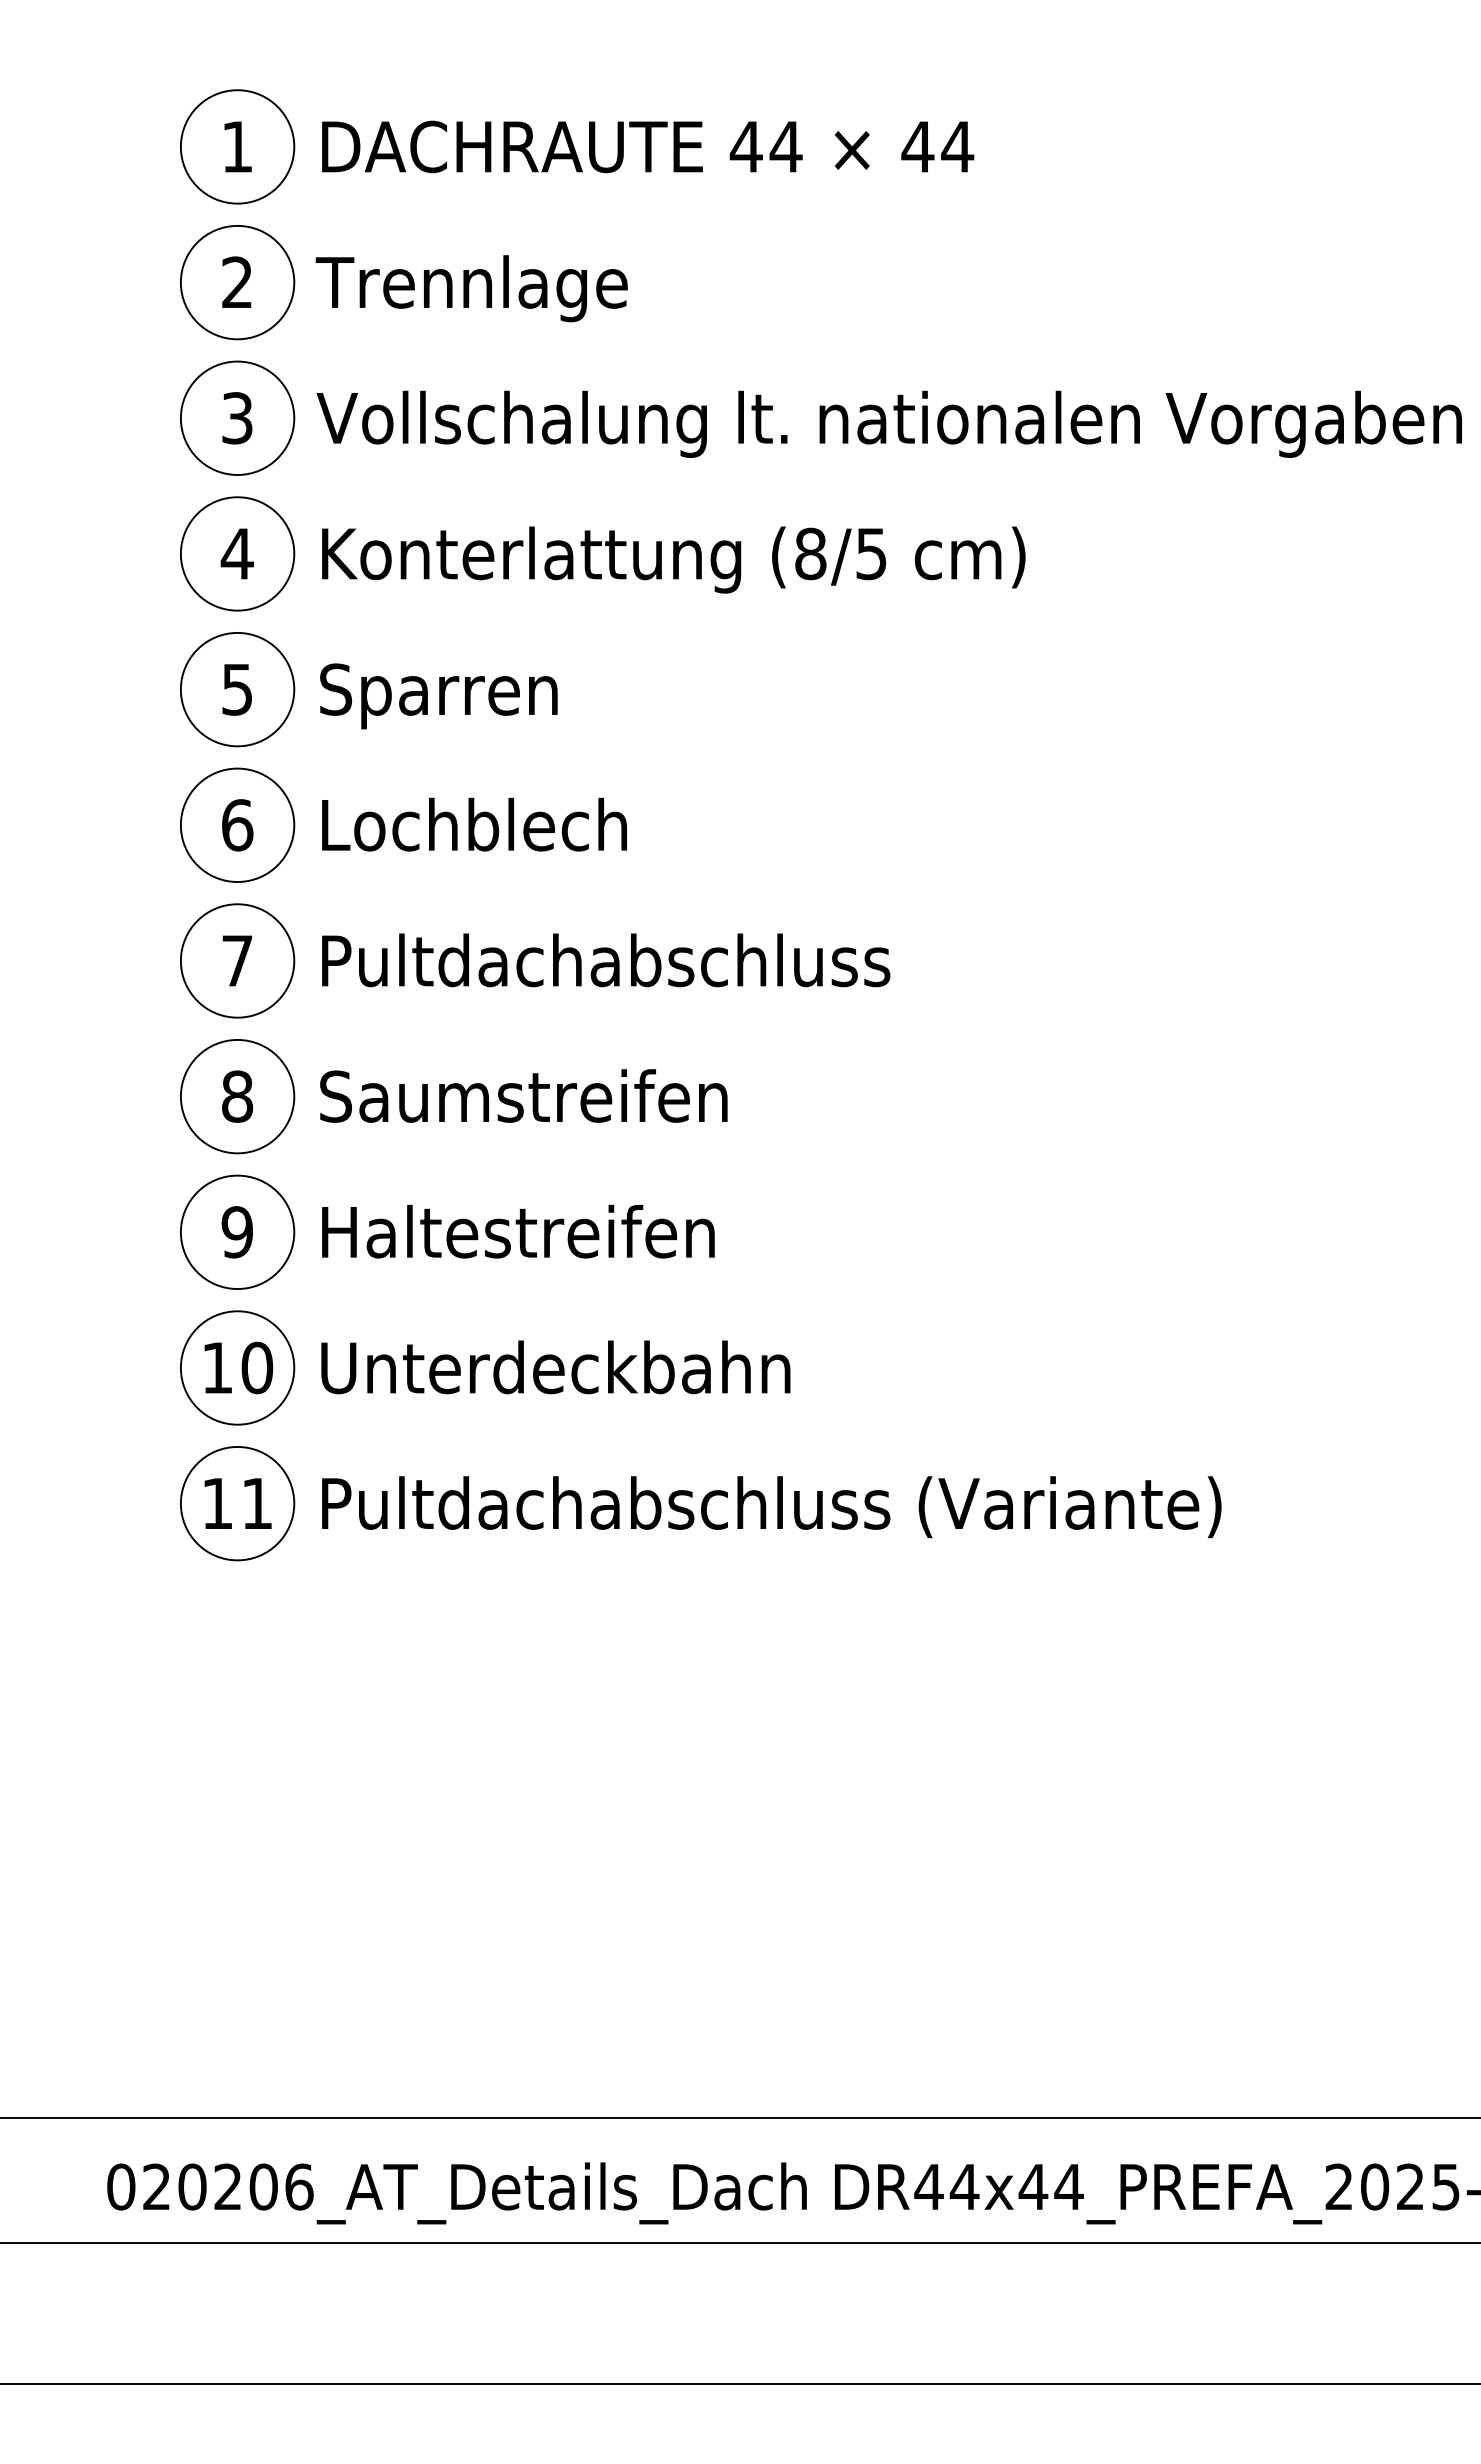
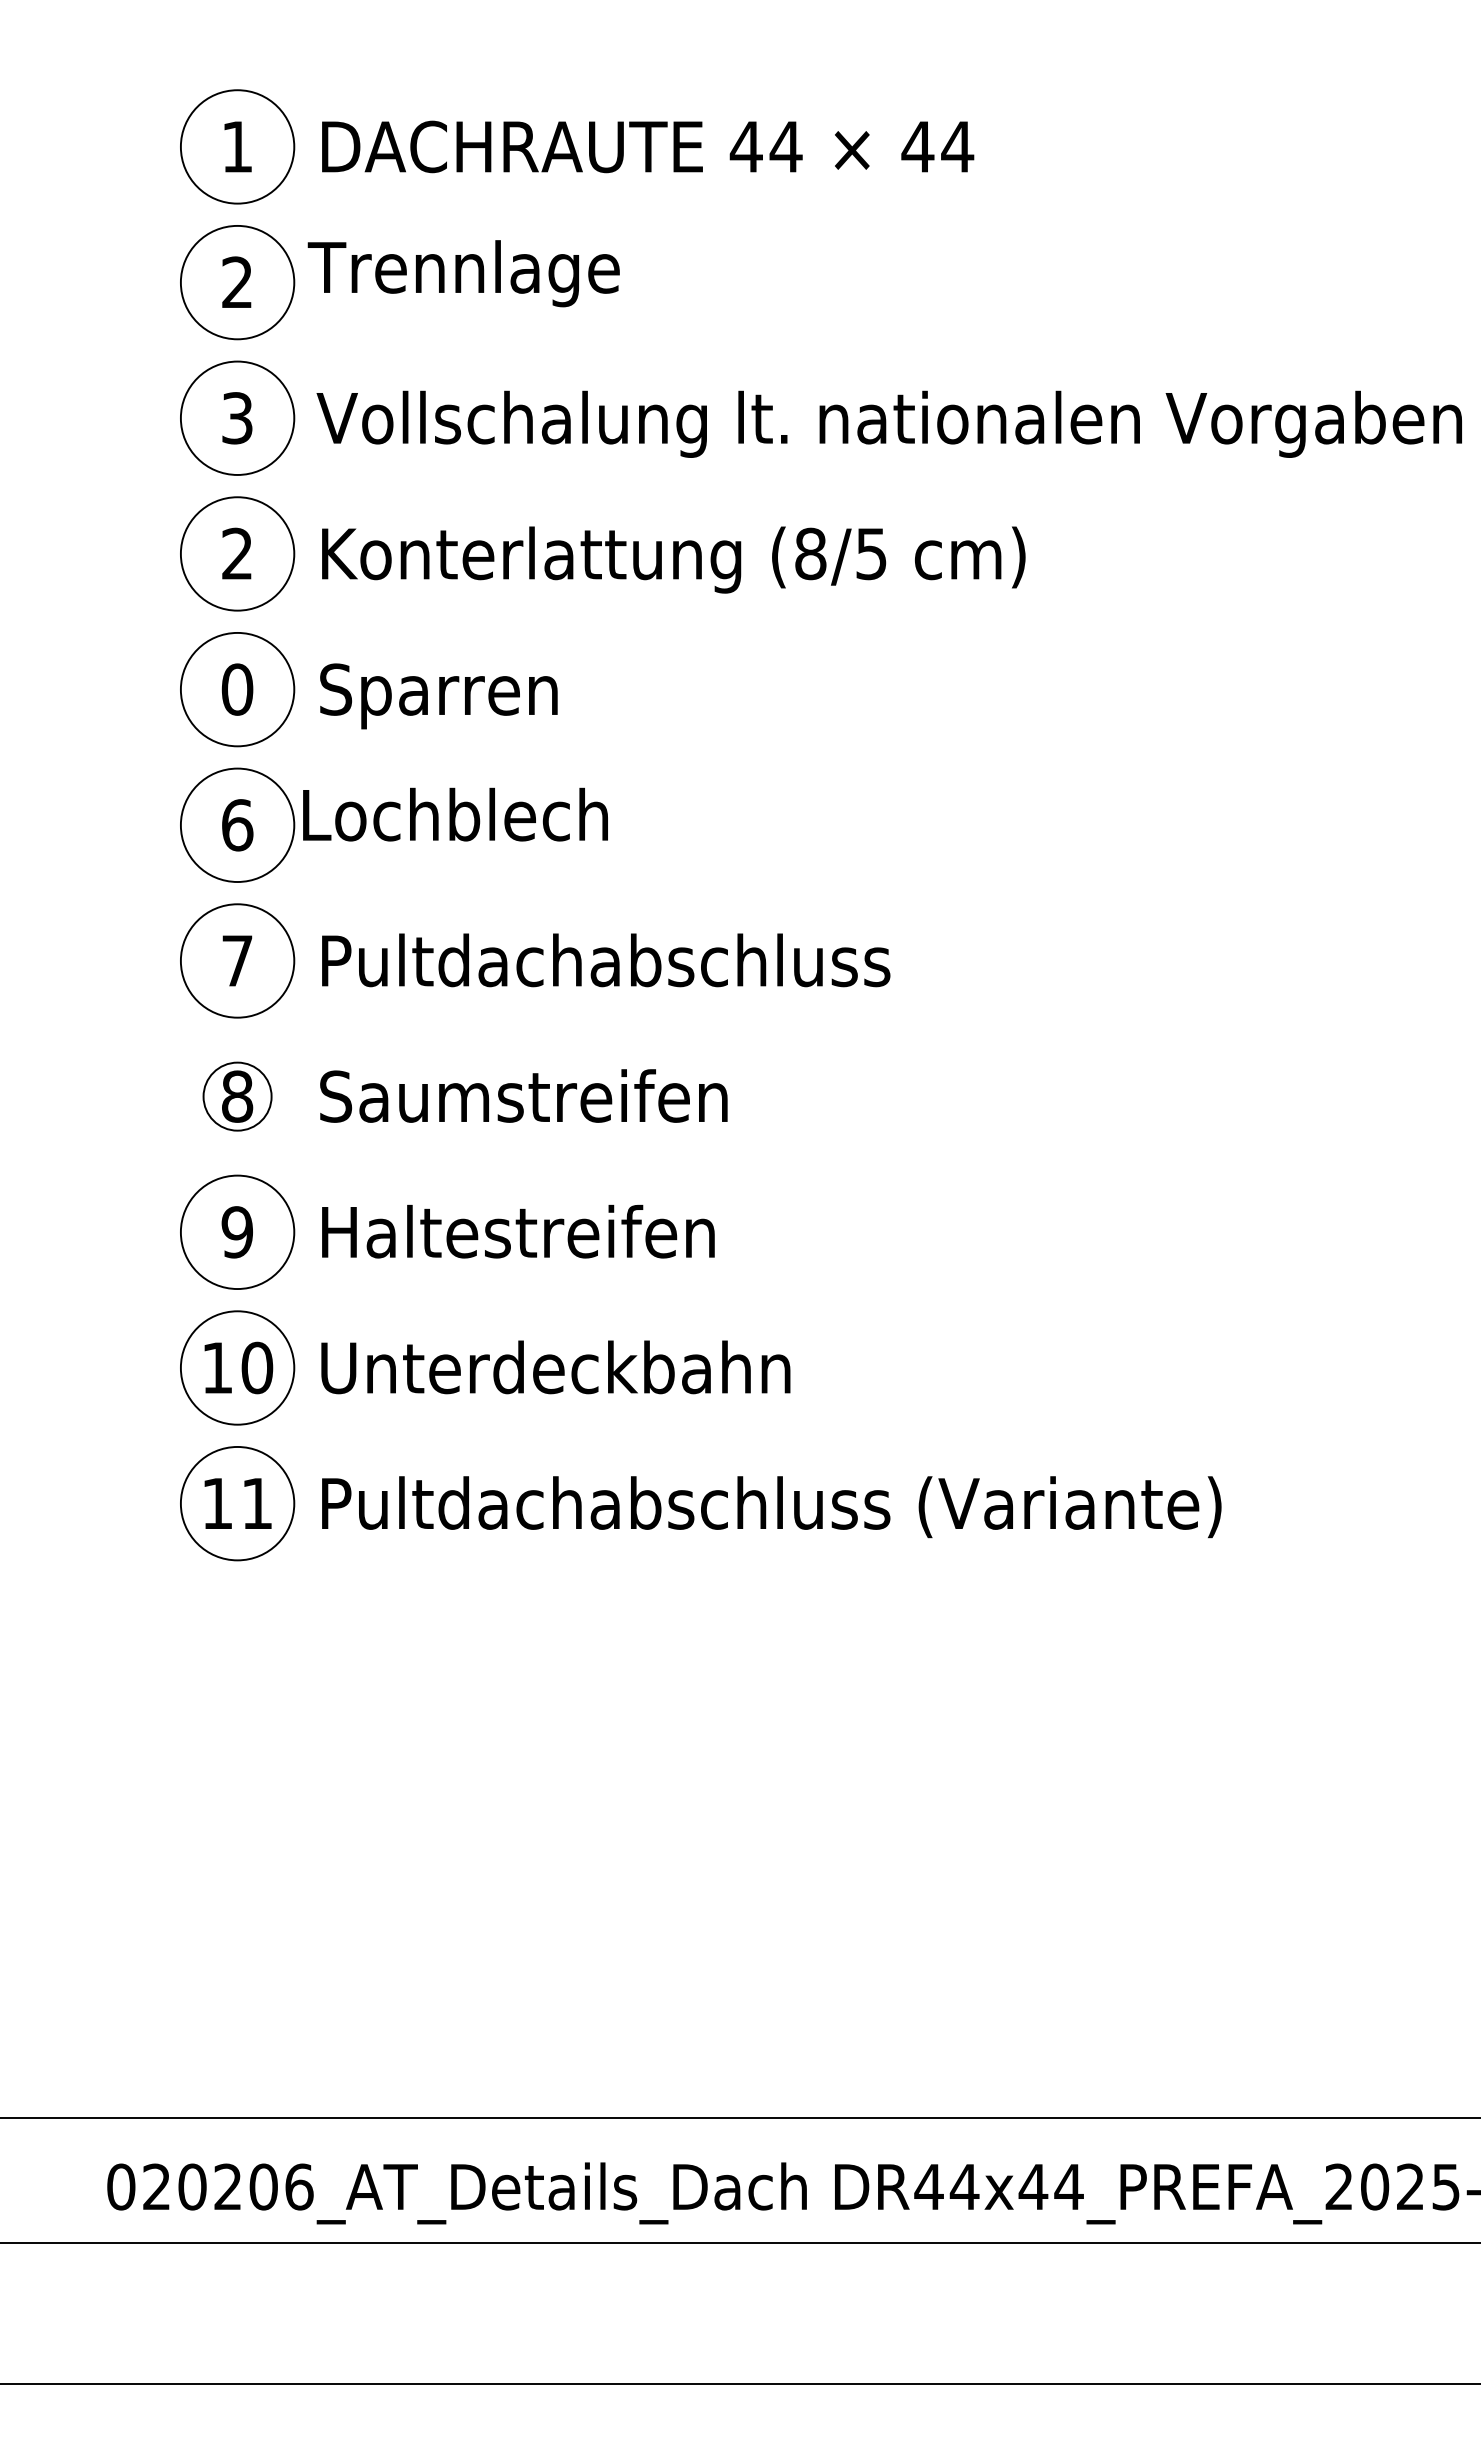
text at (471, 288) position: (471, 288) -> (463, 273)
text at (236, 553): 4 -> 2
text at (237, 689): 5 -> 0
text at (474, 824) position: (474, 824) -> (455, 814)
circle at (237, 1096) diameter: 113 px -> 68 px
